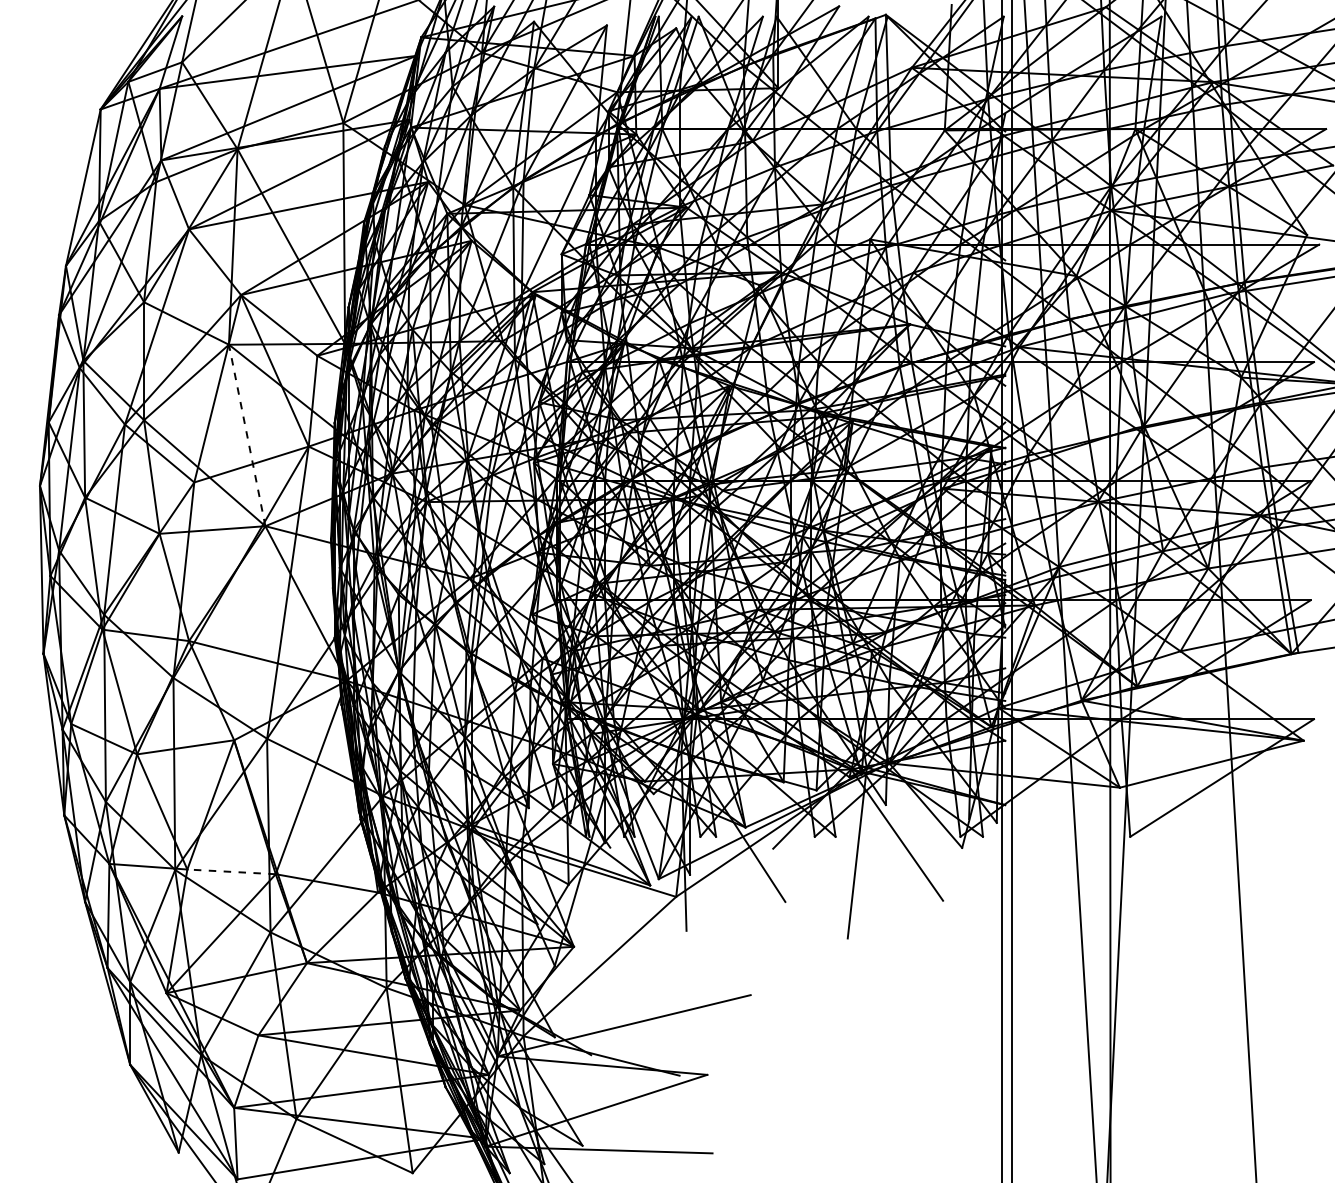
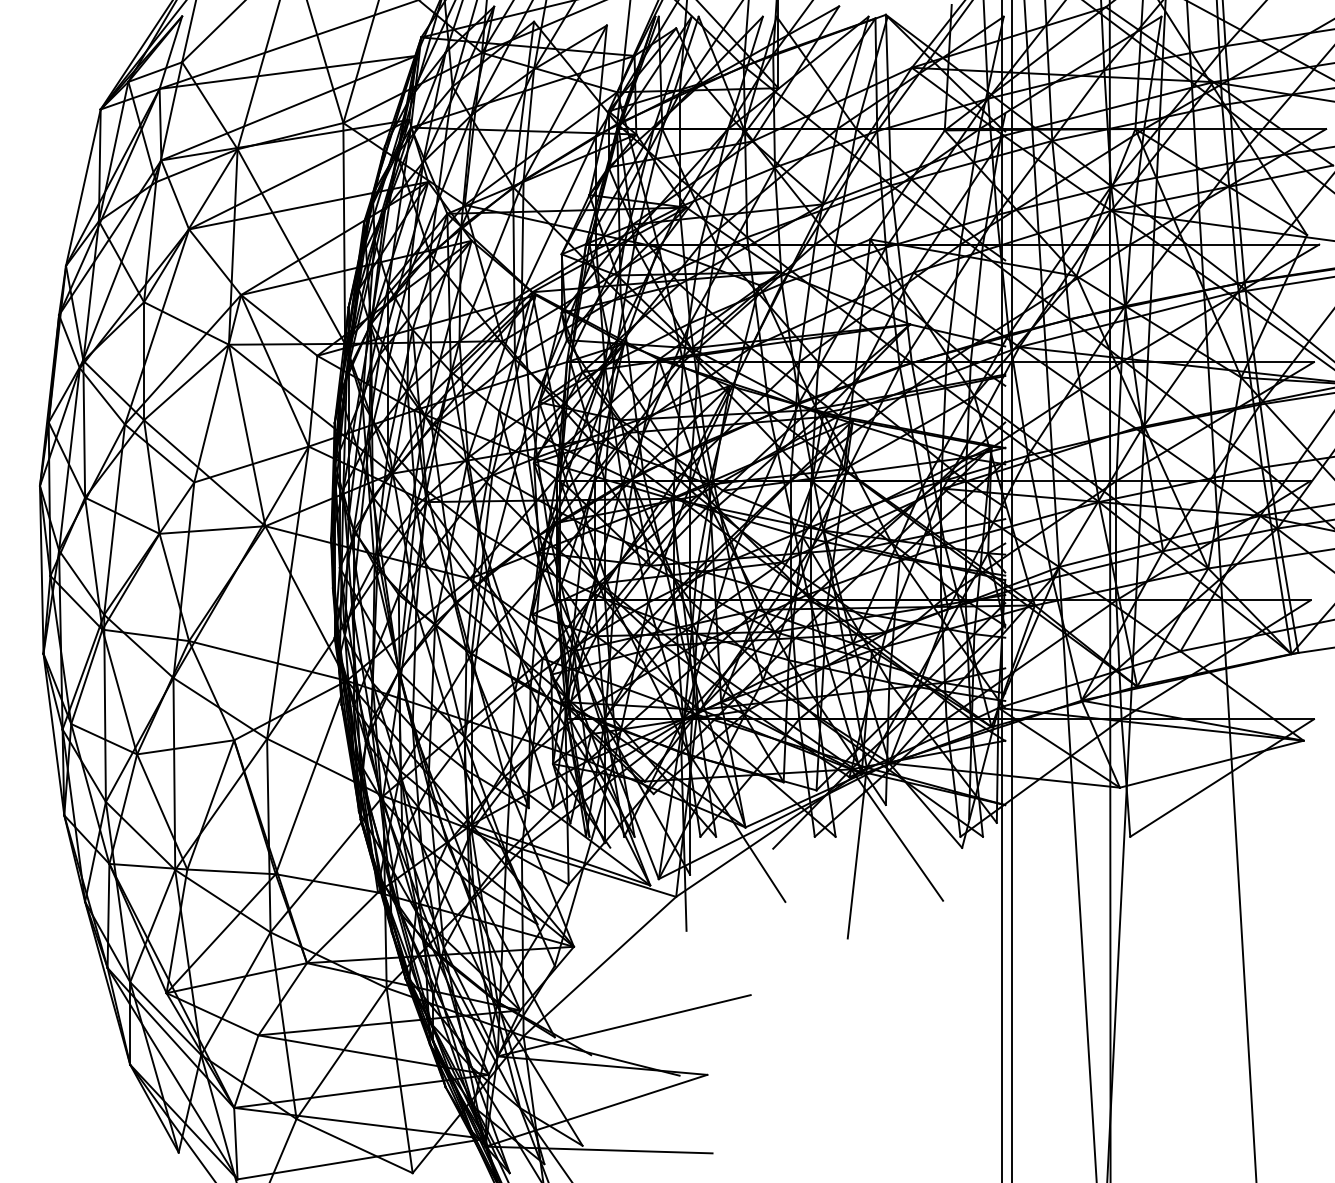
line at (247, 435): dashed -> solid
line at (231, 871): dashed -> solid
